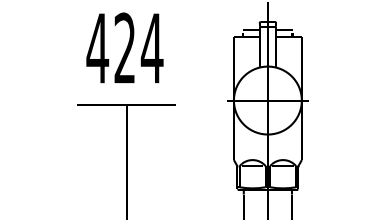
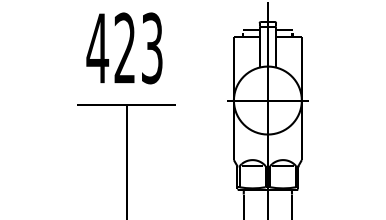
text at (151, 48): 424 -> 423
